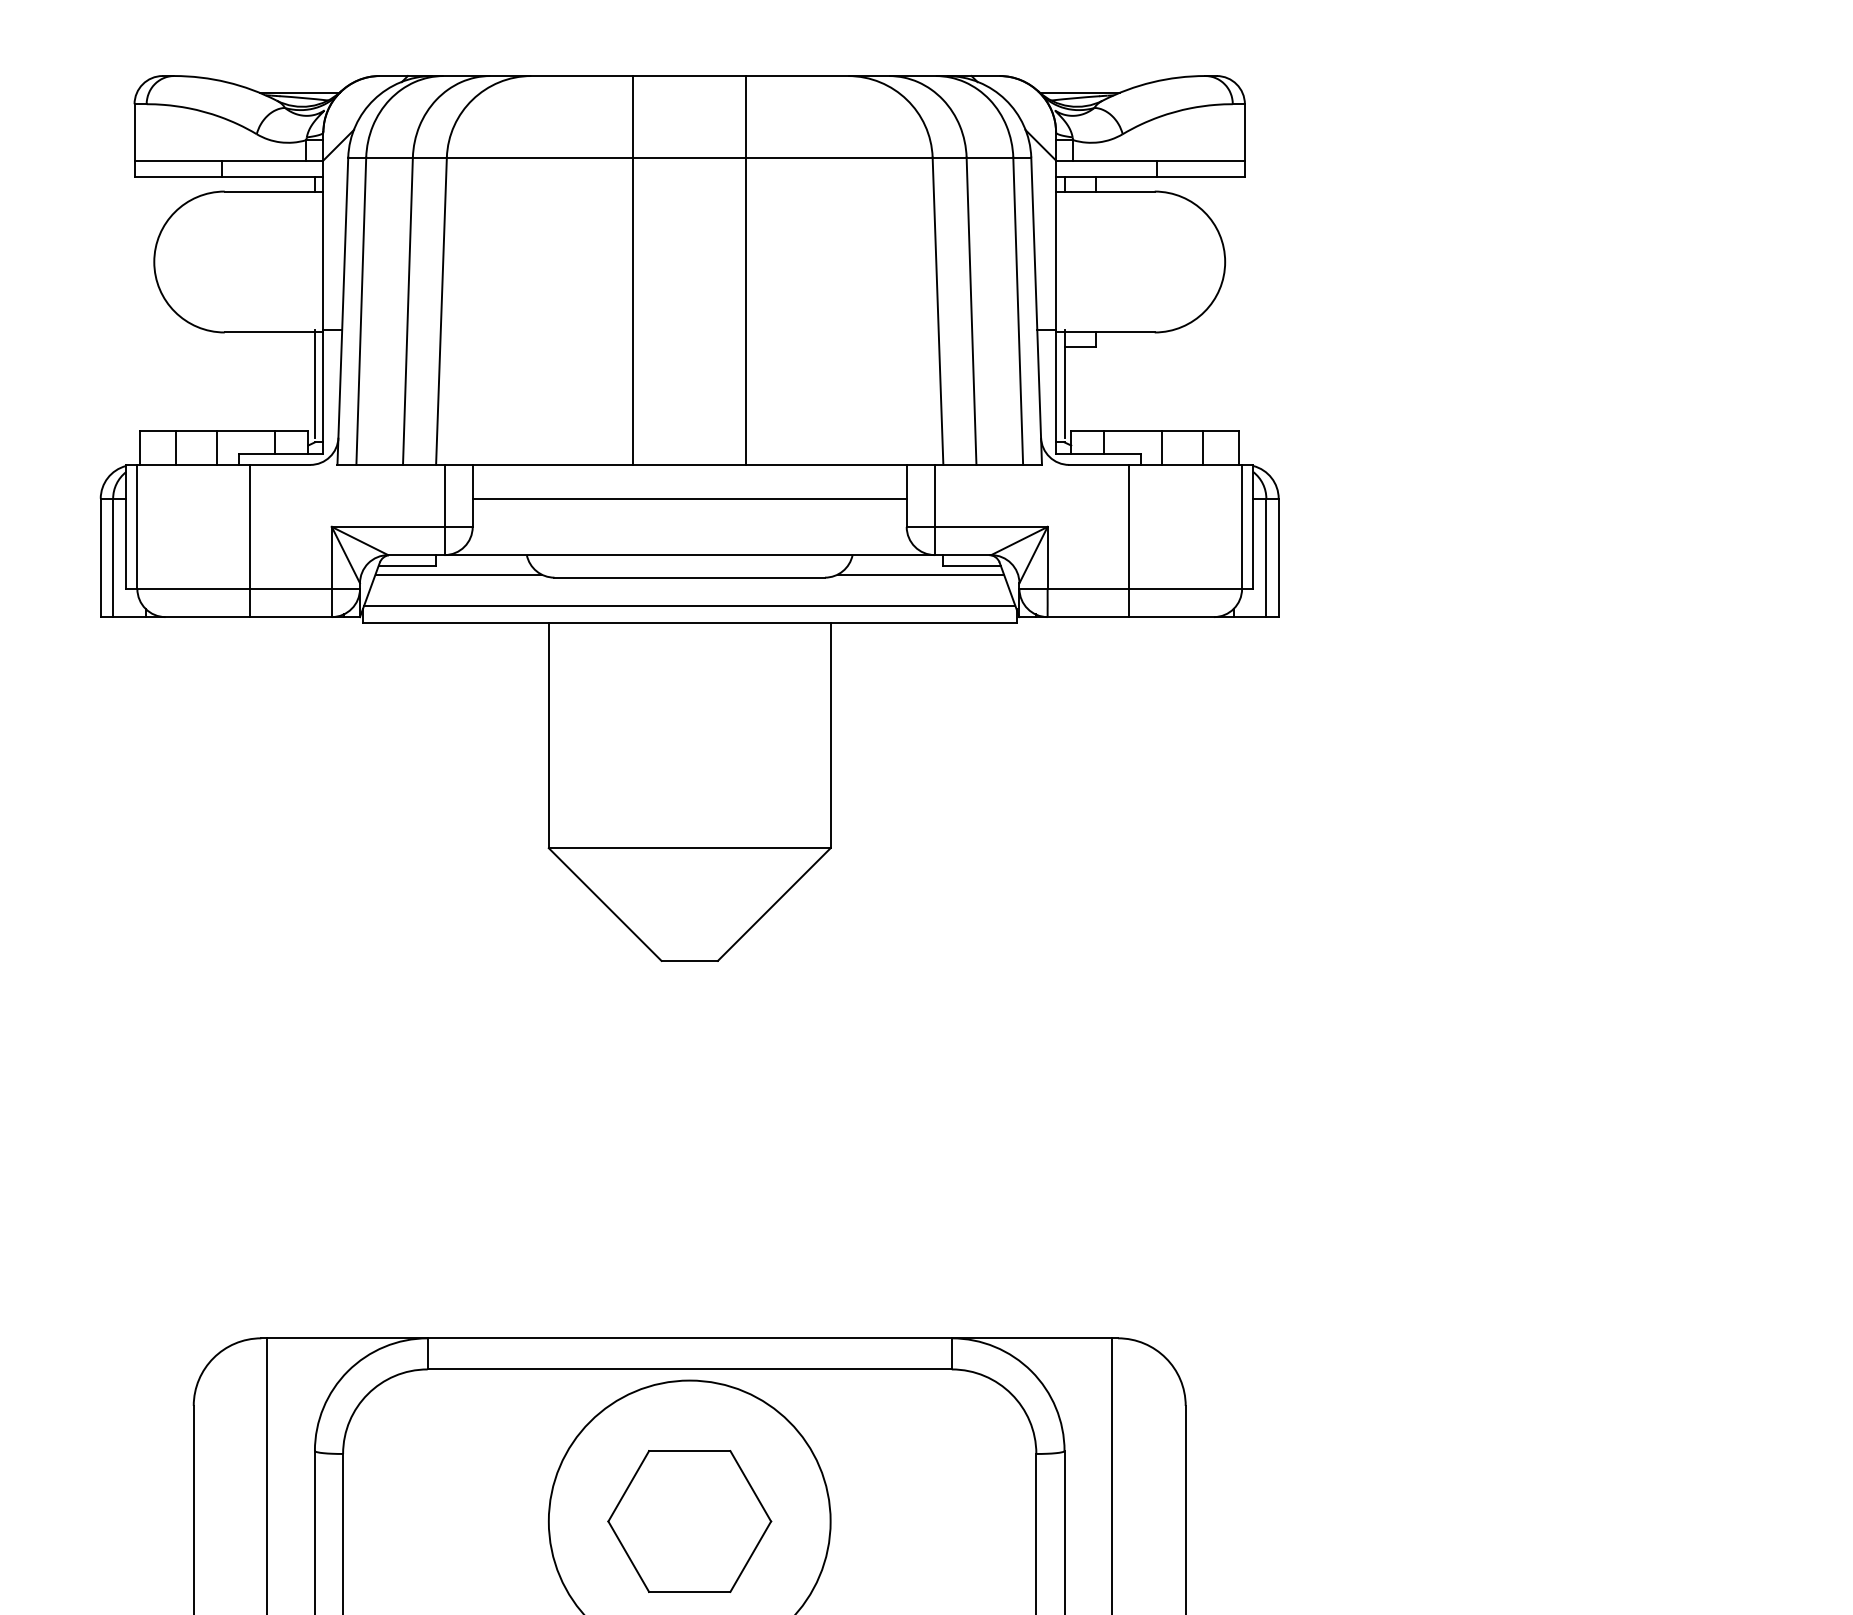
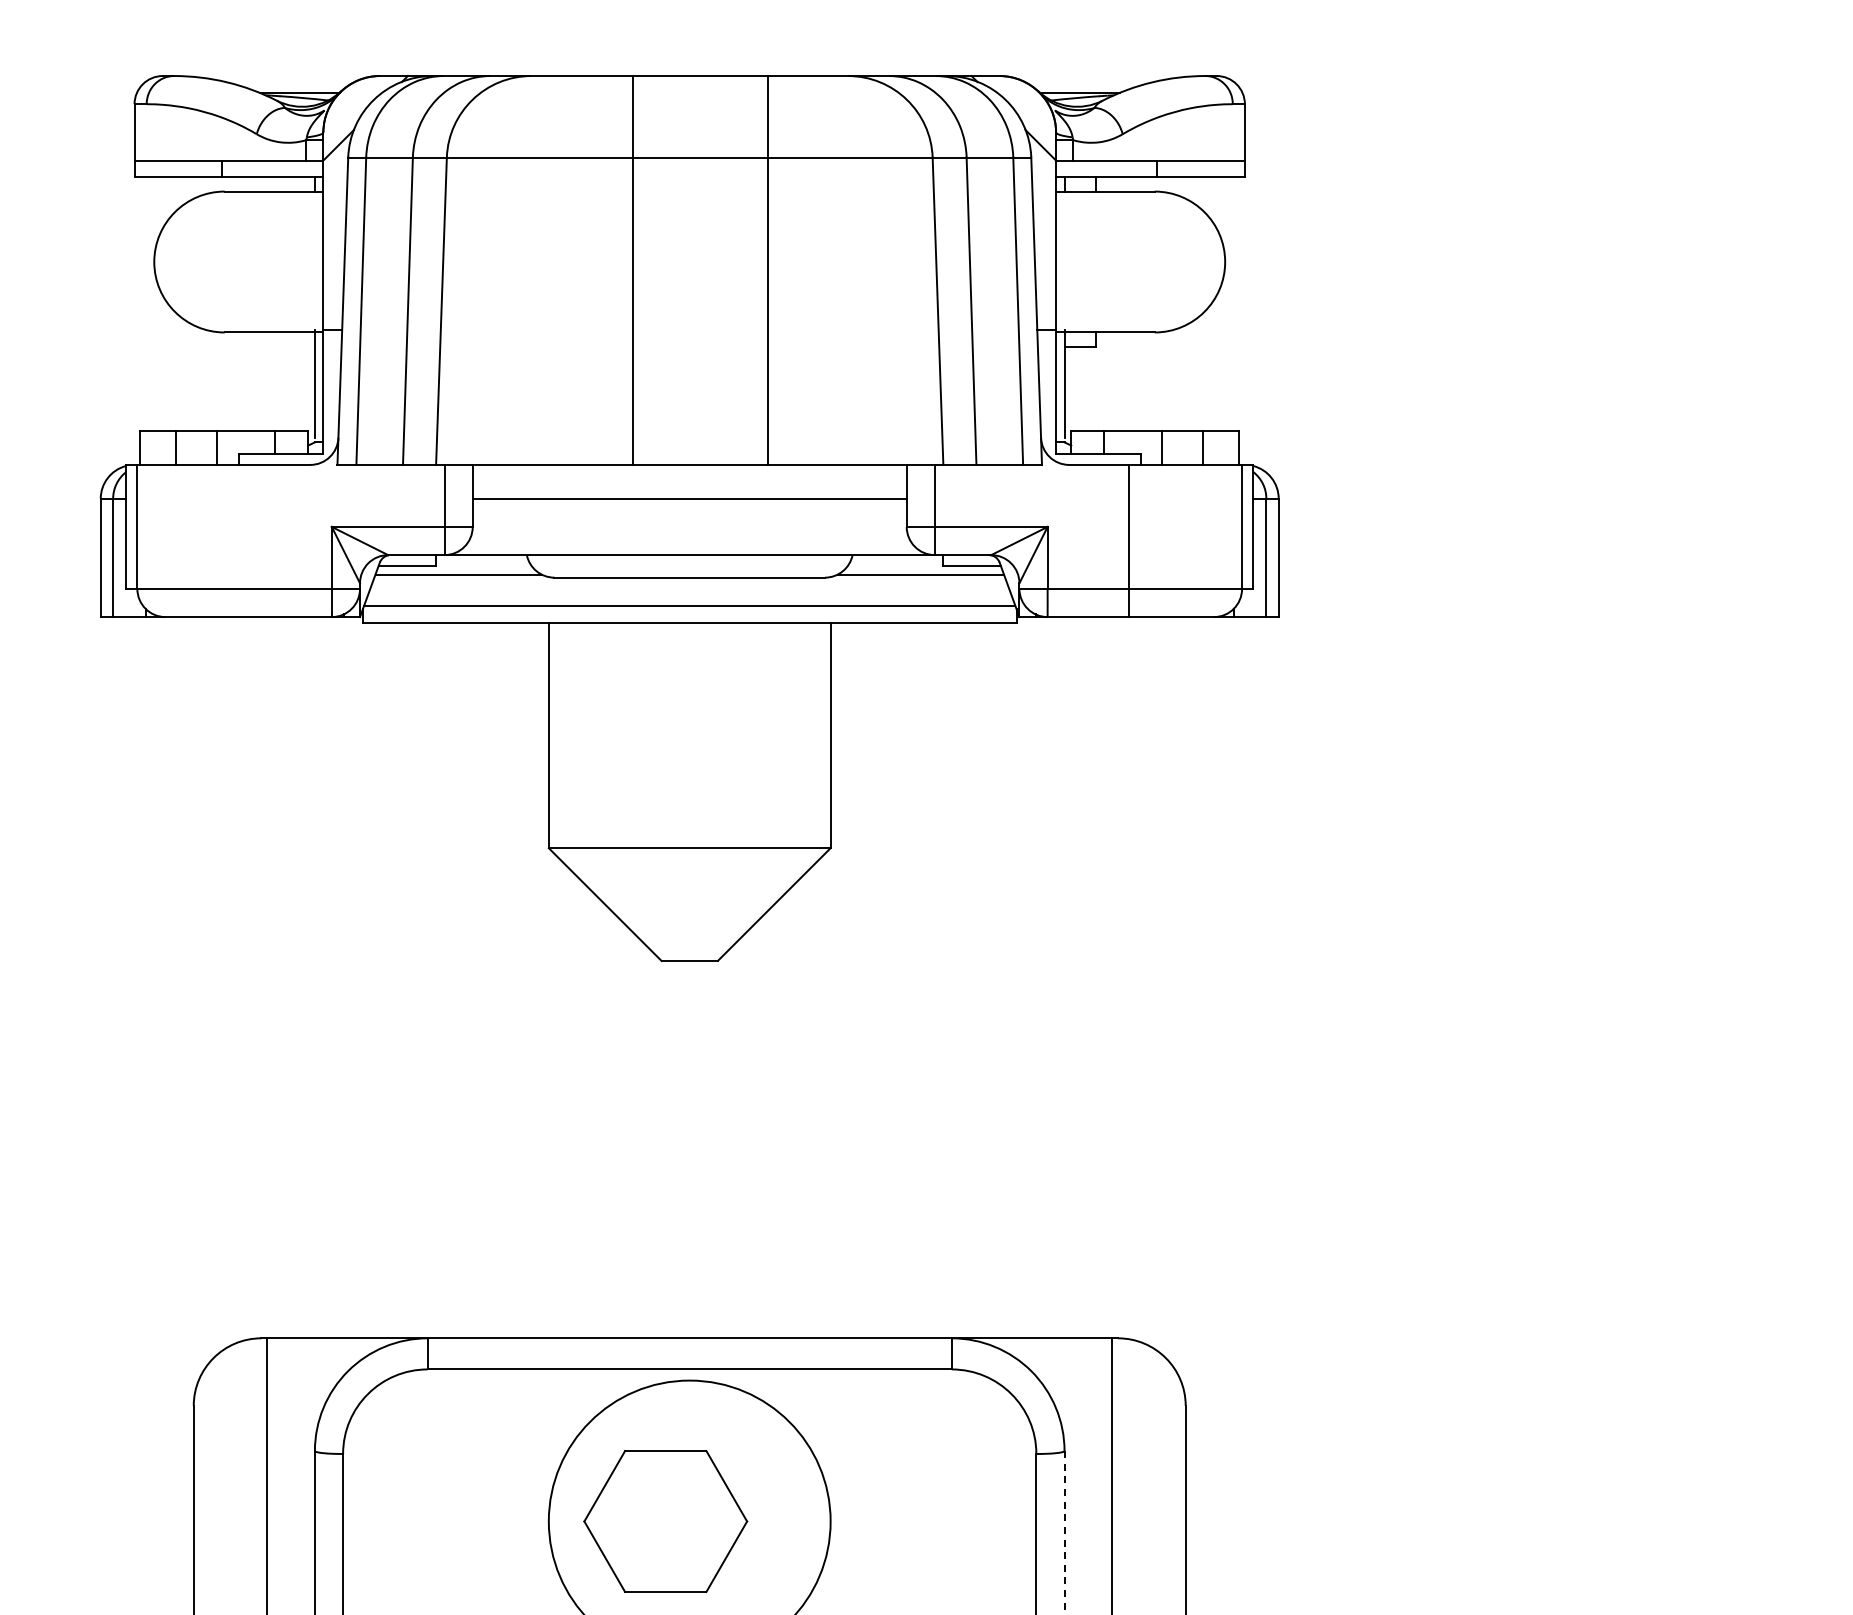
line at (746, 270) position: (746, 270) -> (768, 270)
line at (250, 540): present -> none
part at (689, 1521) position: (689, 1521) -> (665, 1521)
line at (1064, 1532): solid -> dashed
